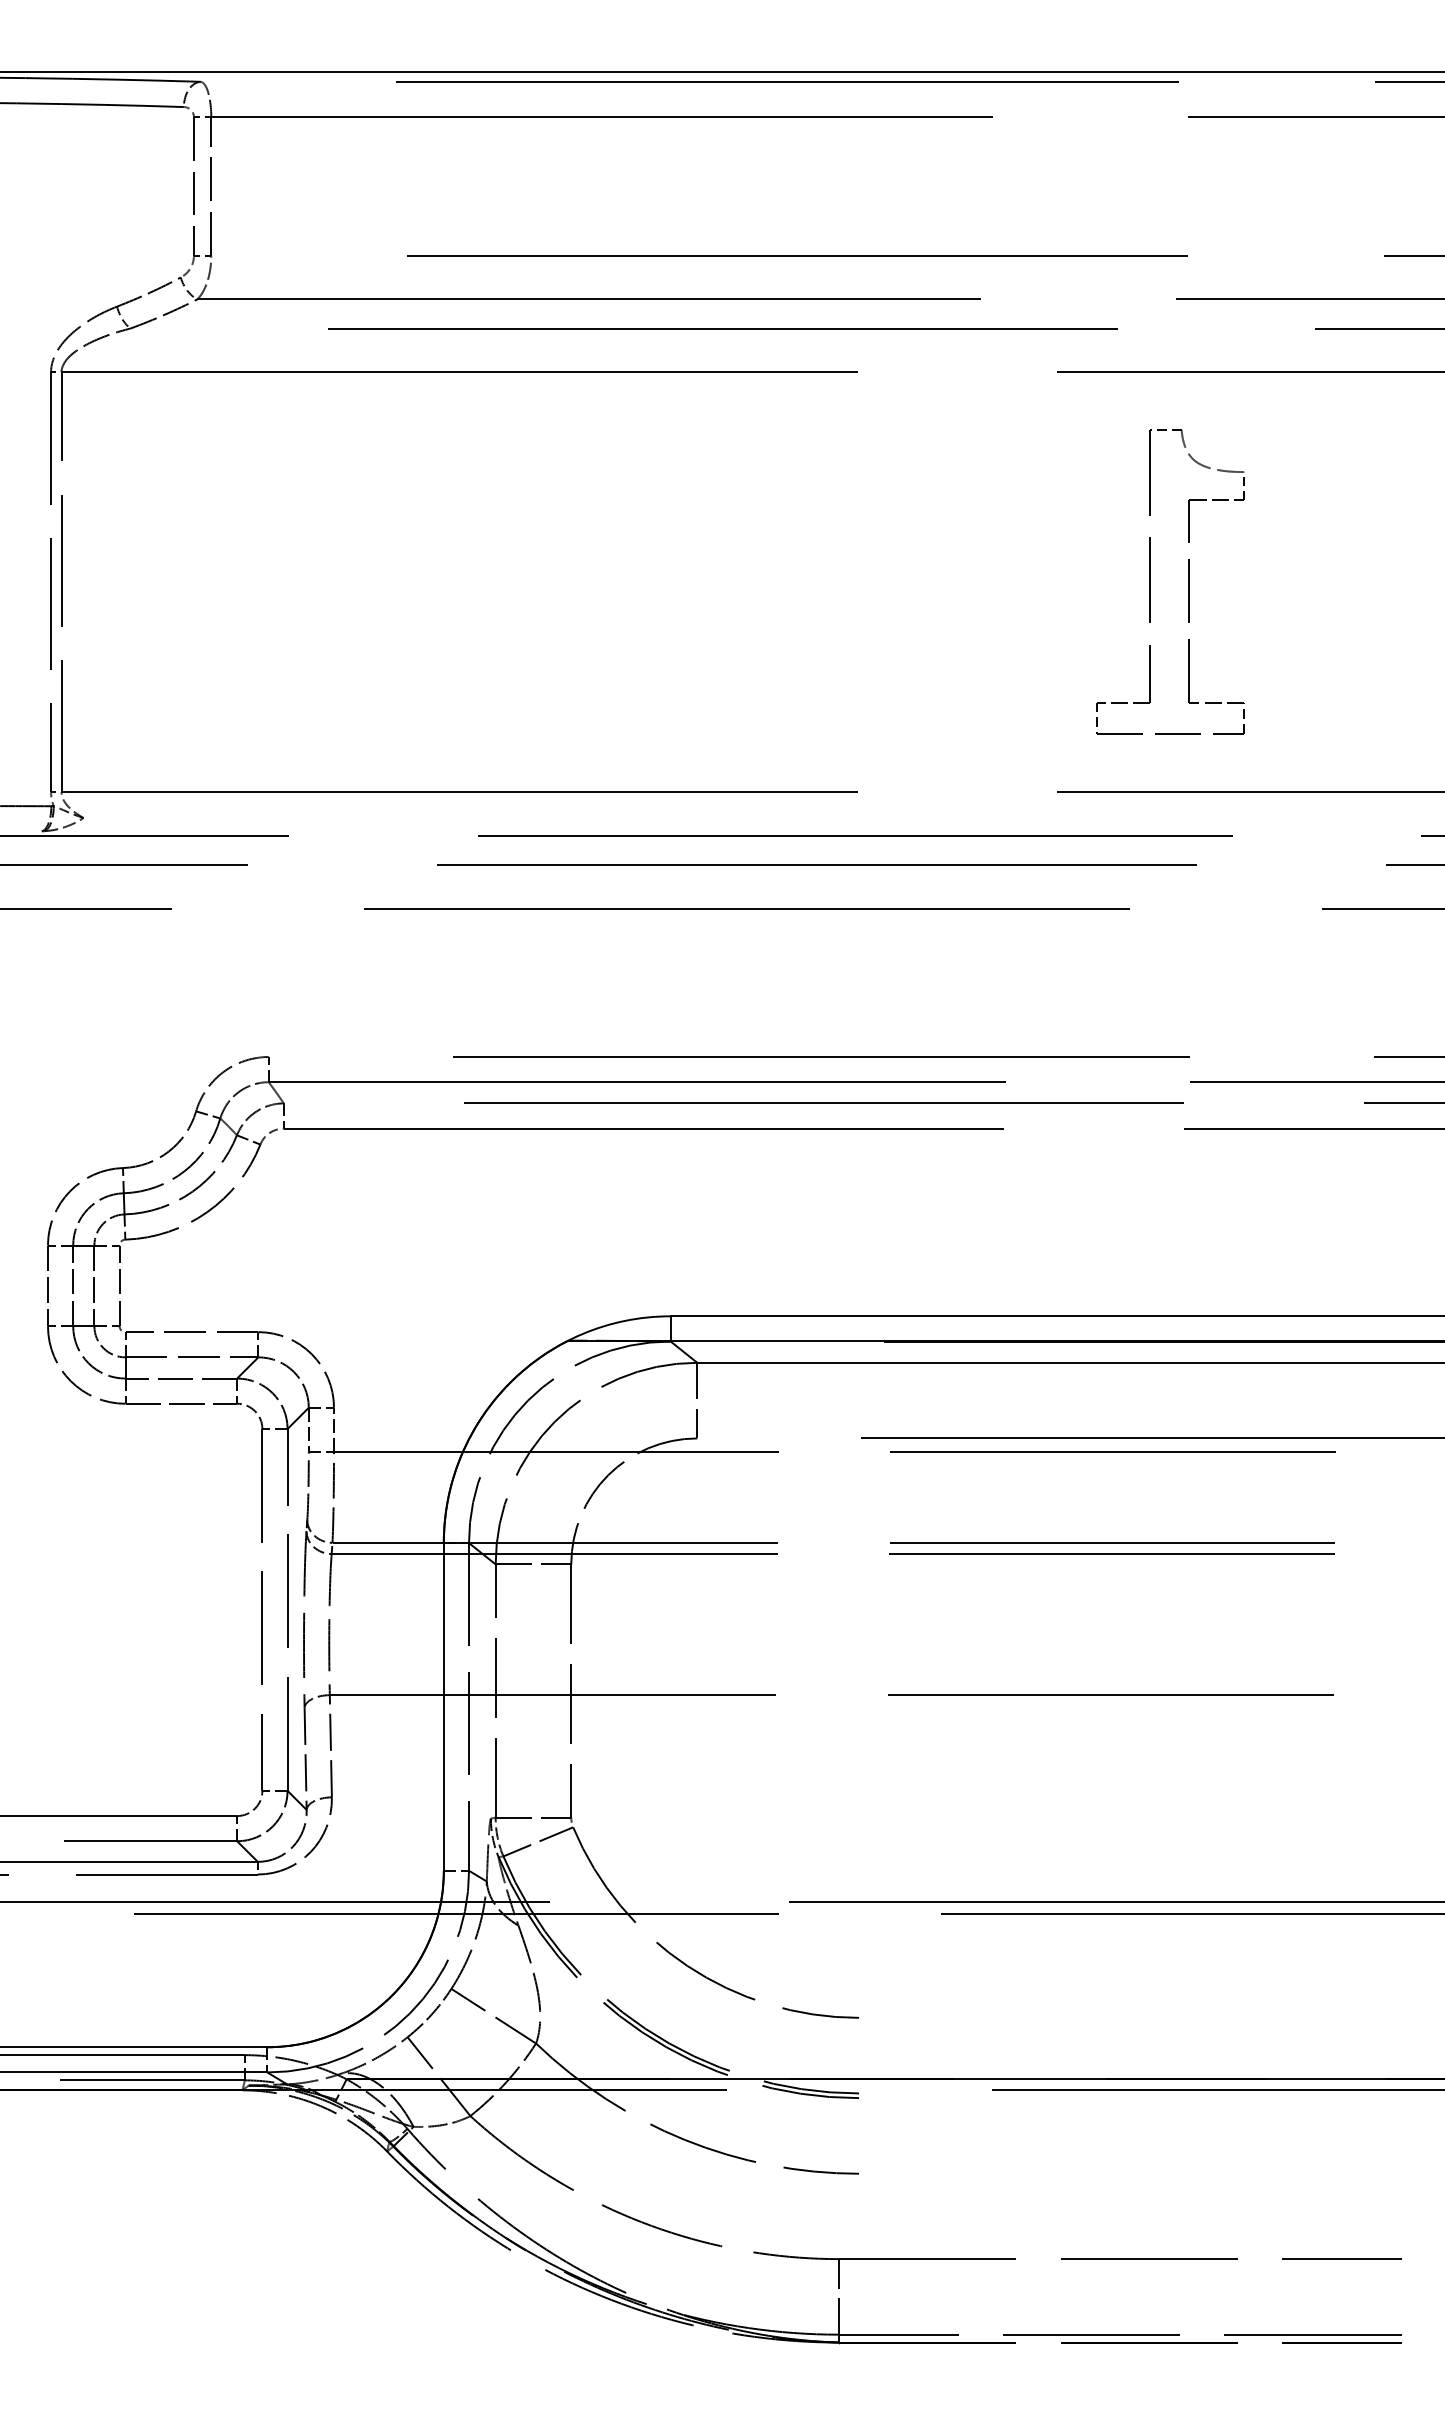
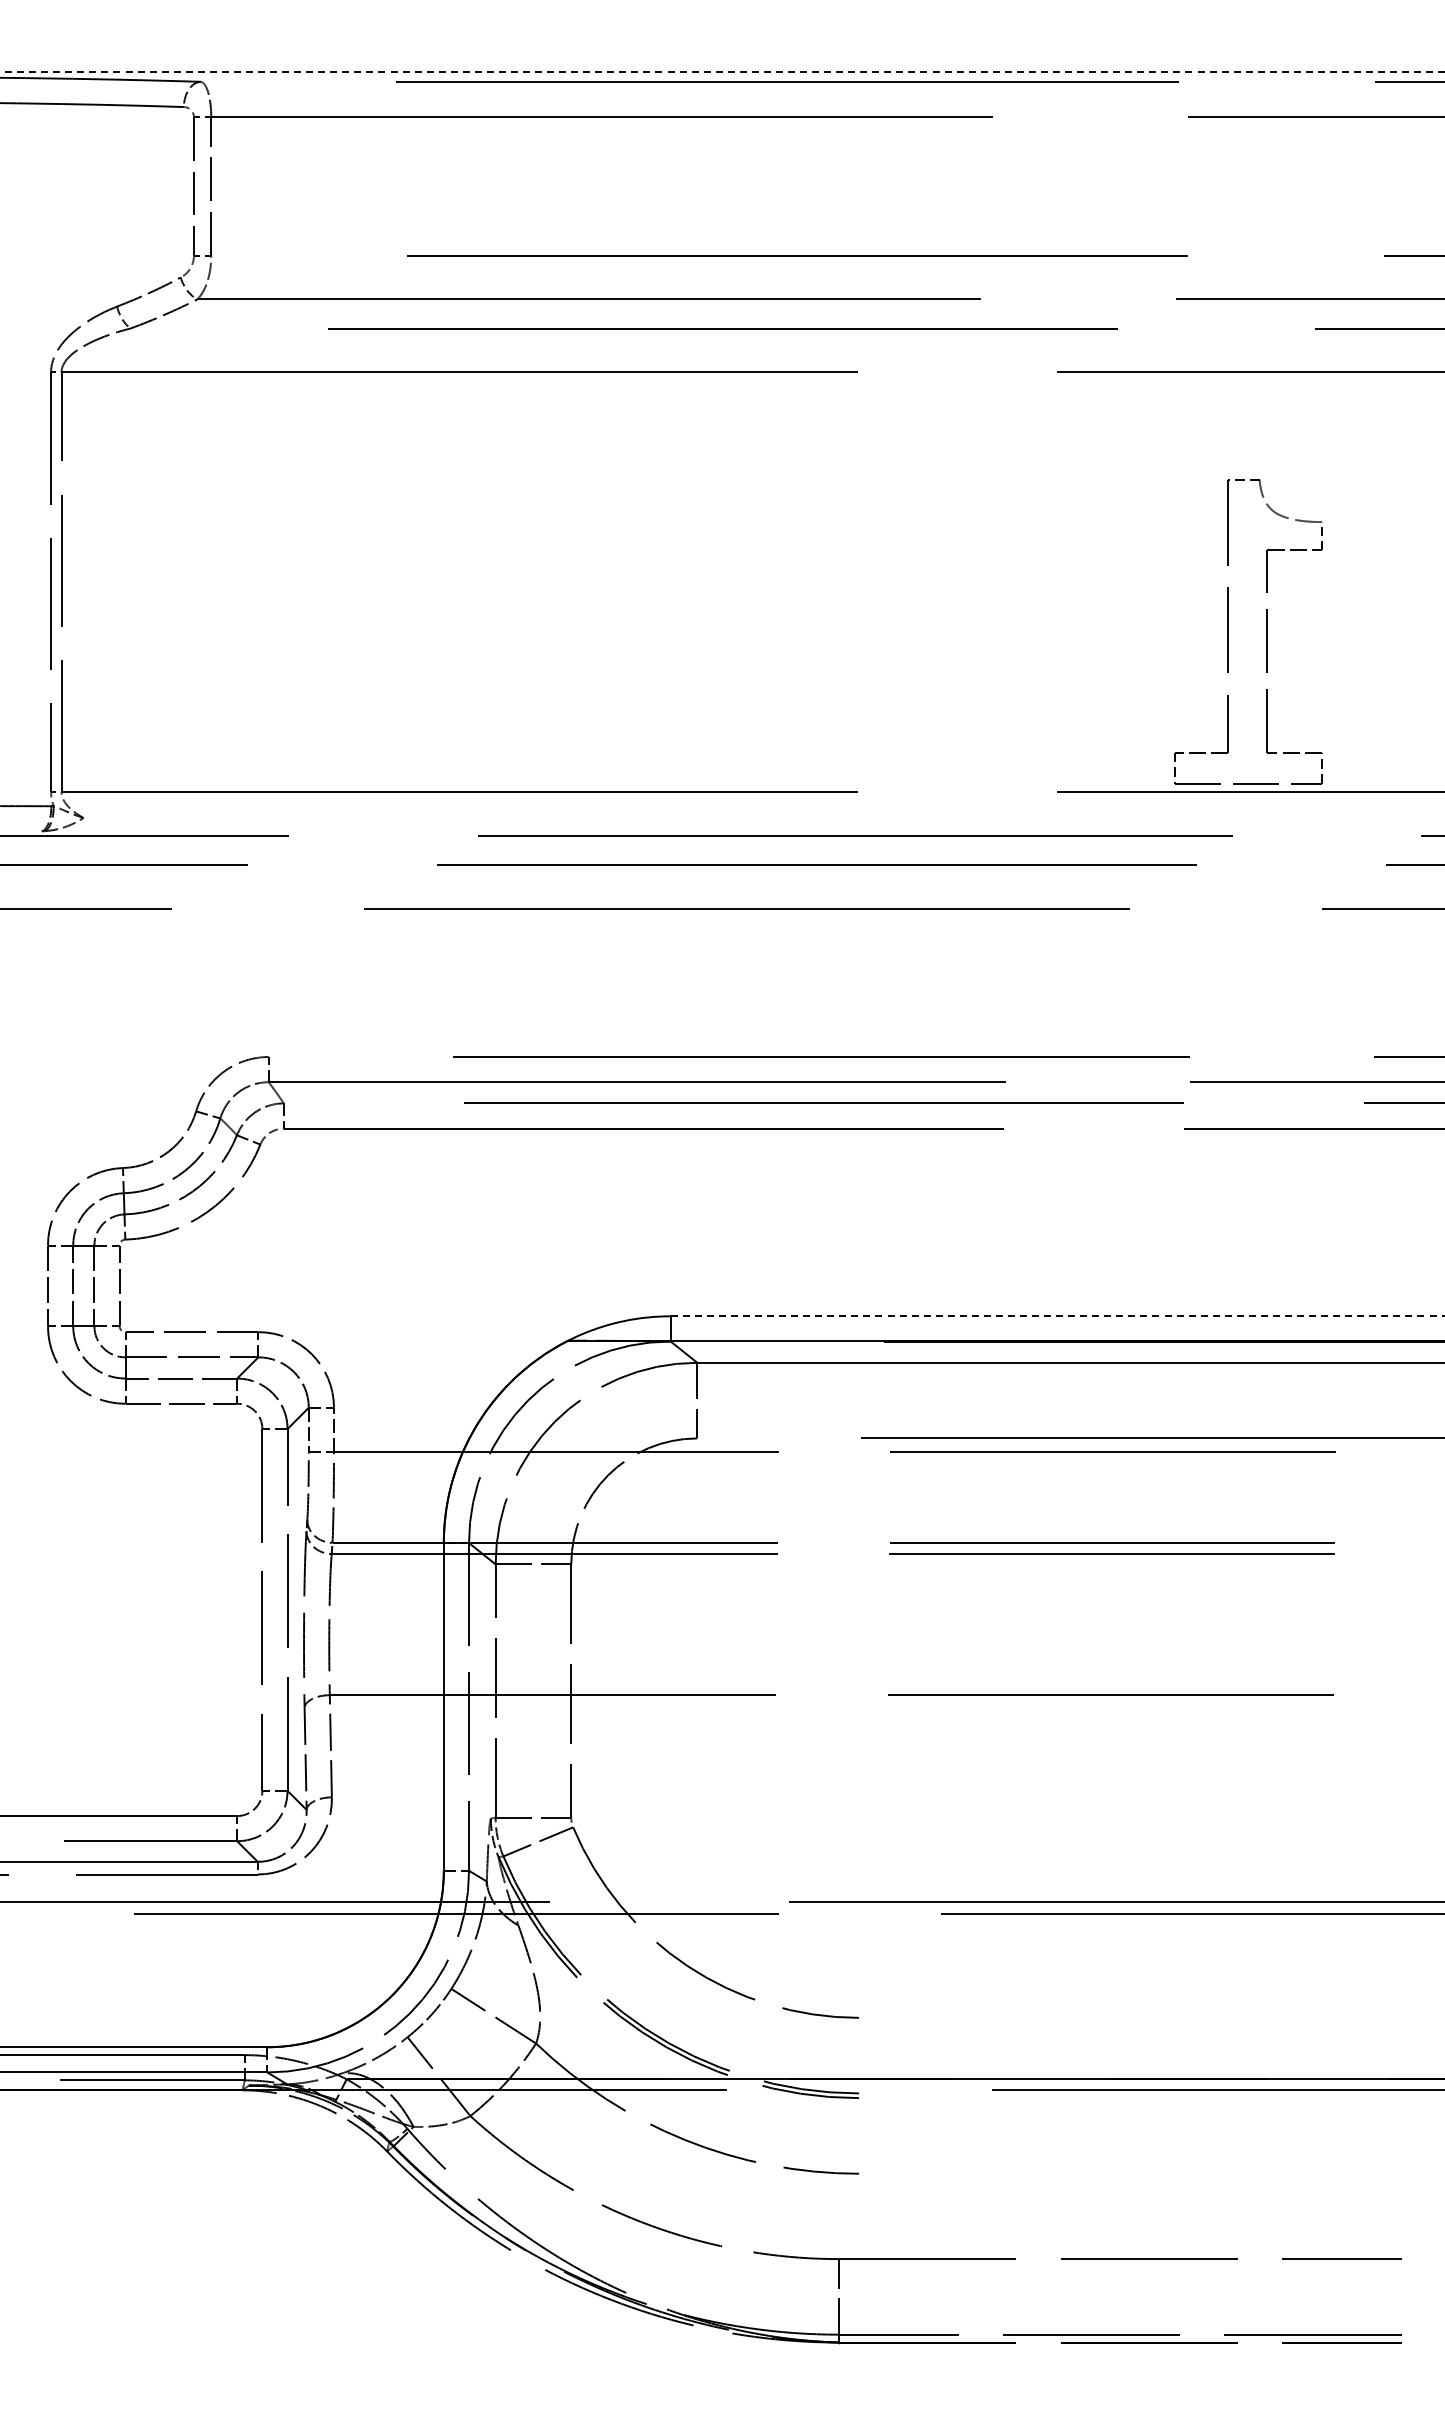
line at (722, 72): solid -> dashed
part at (1188, 581) position: (1188, 581) -> (1266, 631)
line at (1057, 1316): solid -> dashed
